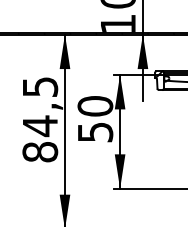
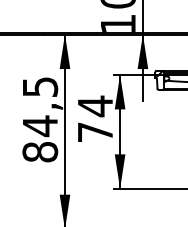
text at (95, 118): 50 -> 74
